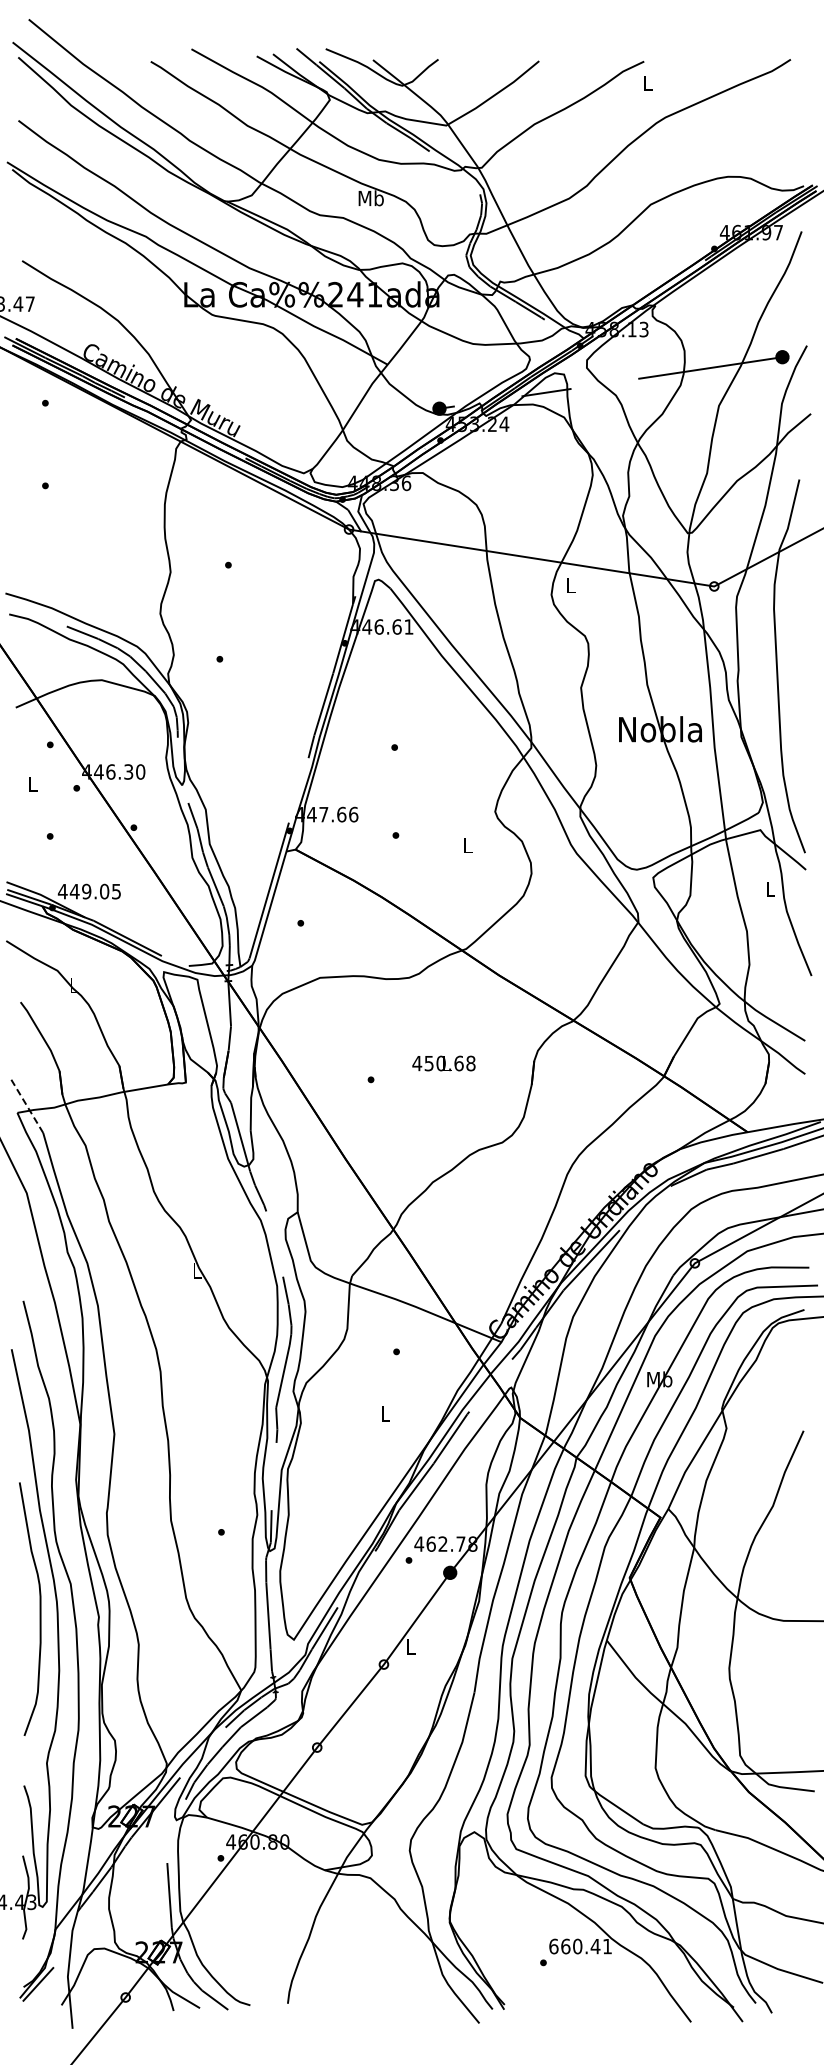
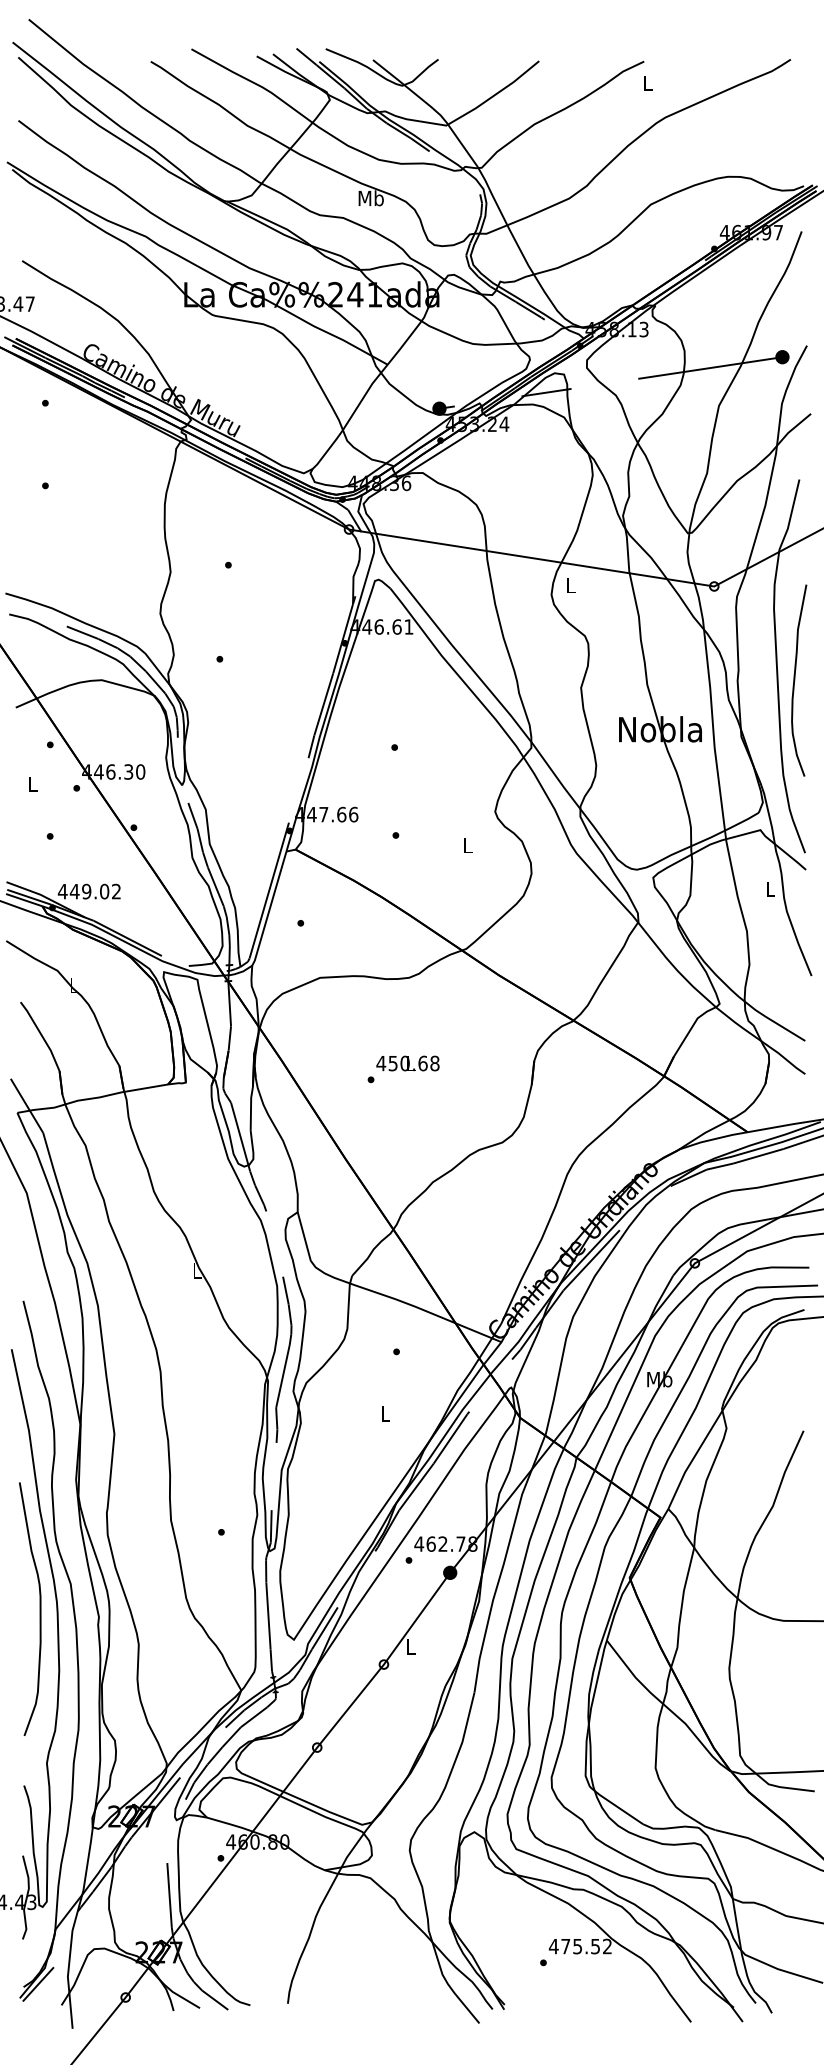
curve at (795, 680): none -> present
text at (116, 891): 449.05 -> 449.02
text at (443, 1063) position: (443, 1063) -> (407, 1063)
line at (27, 1105): dashed -> solid
text at (579, 1946): 660.41 -> 475.52
